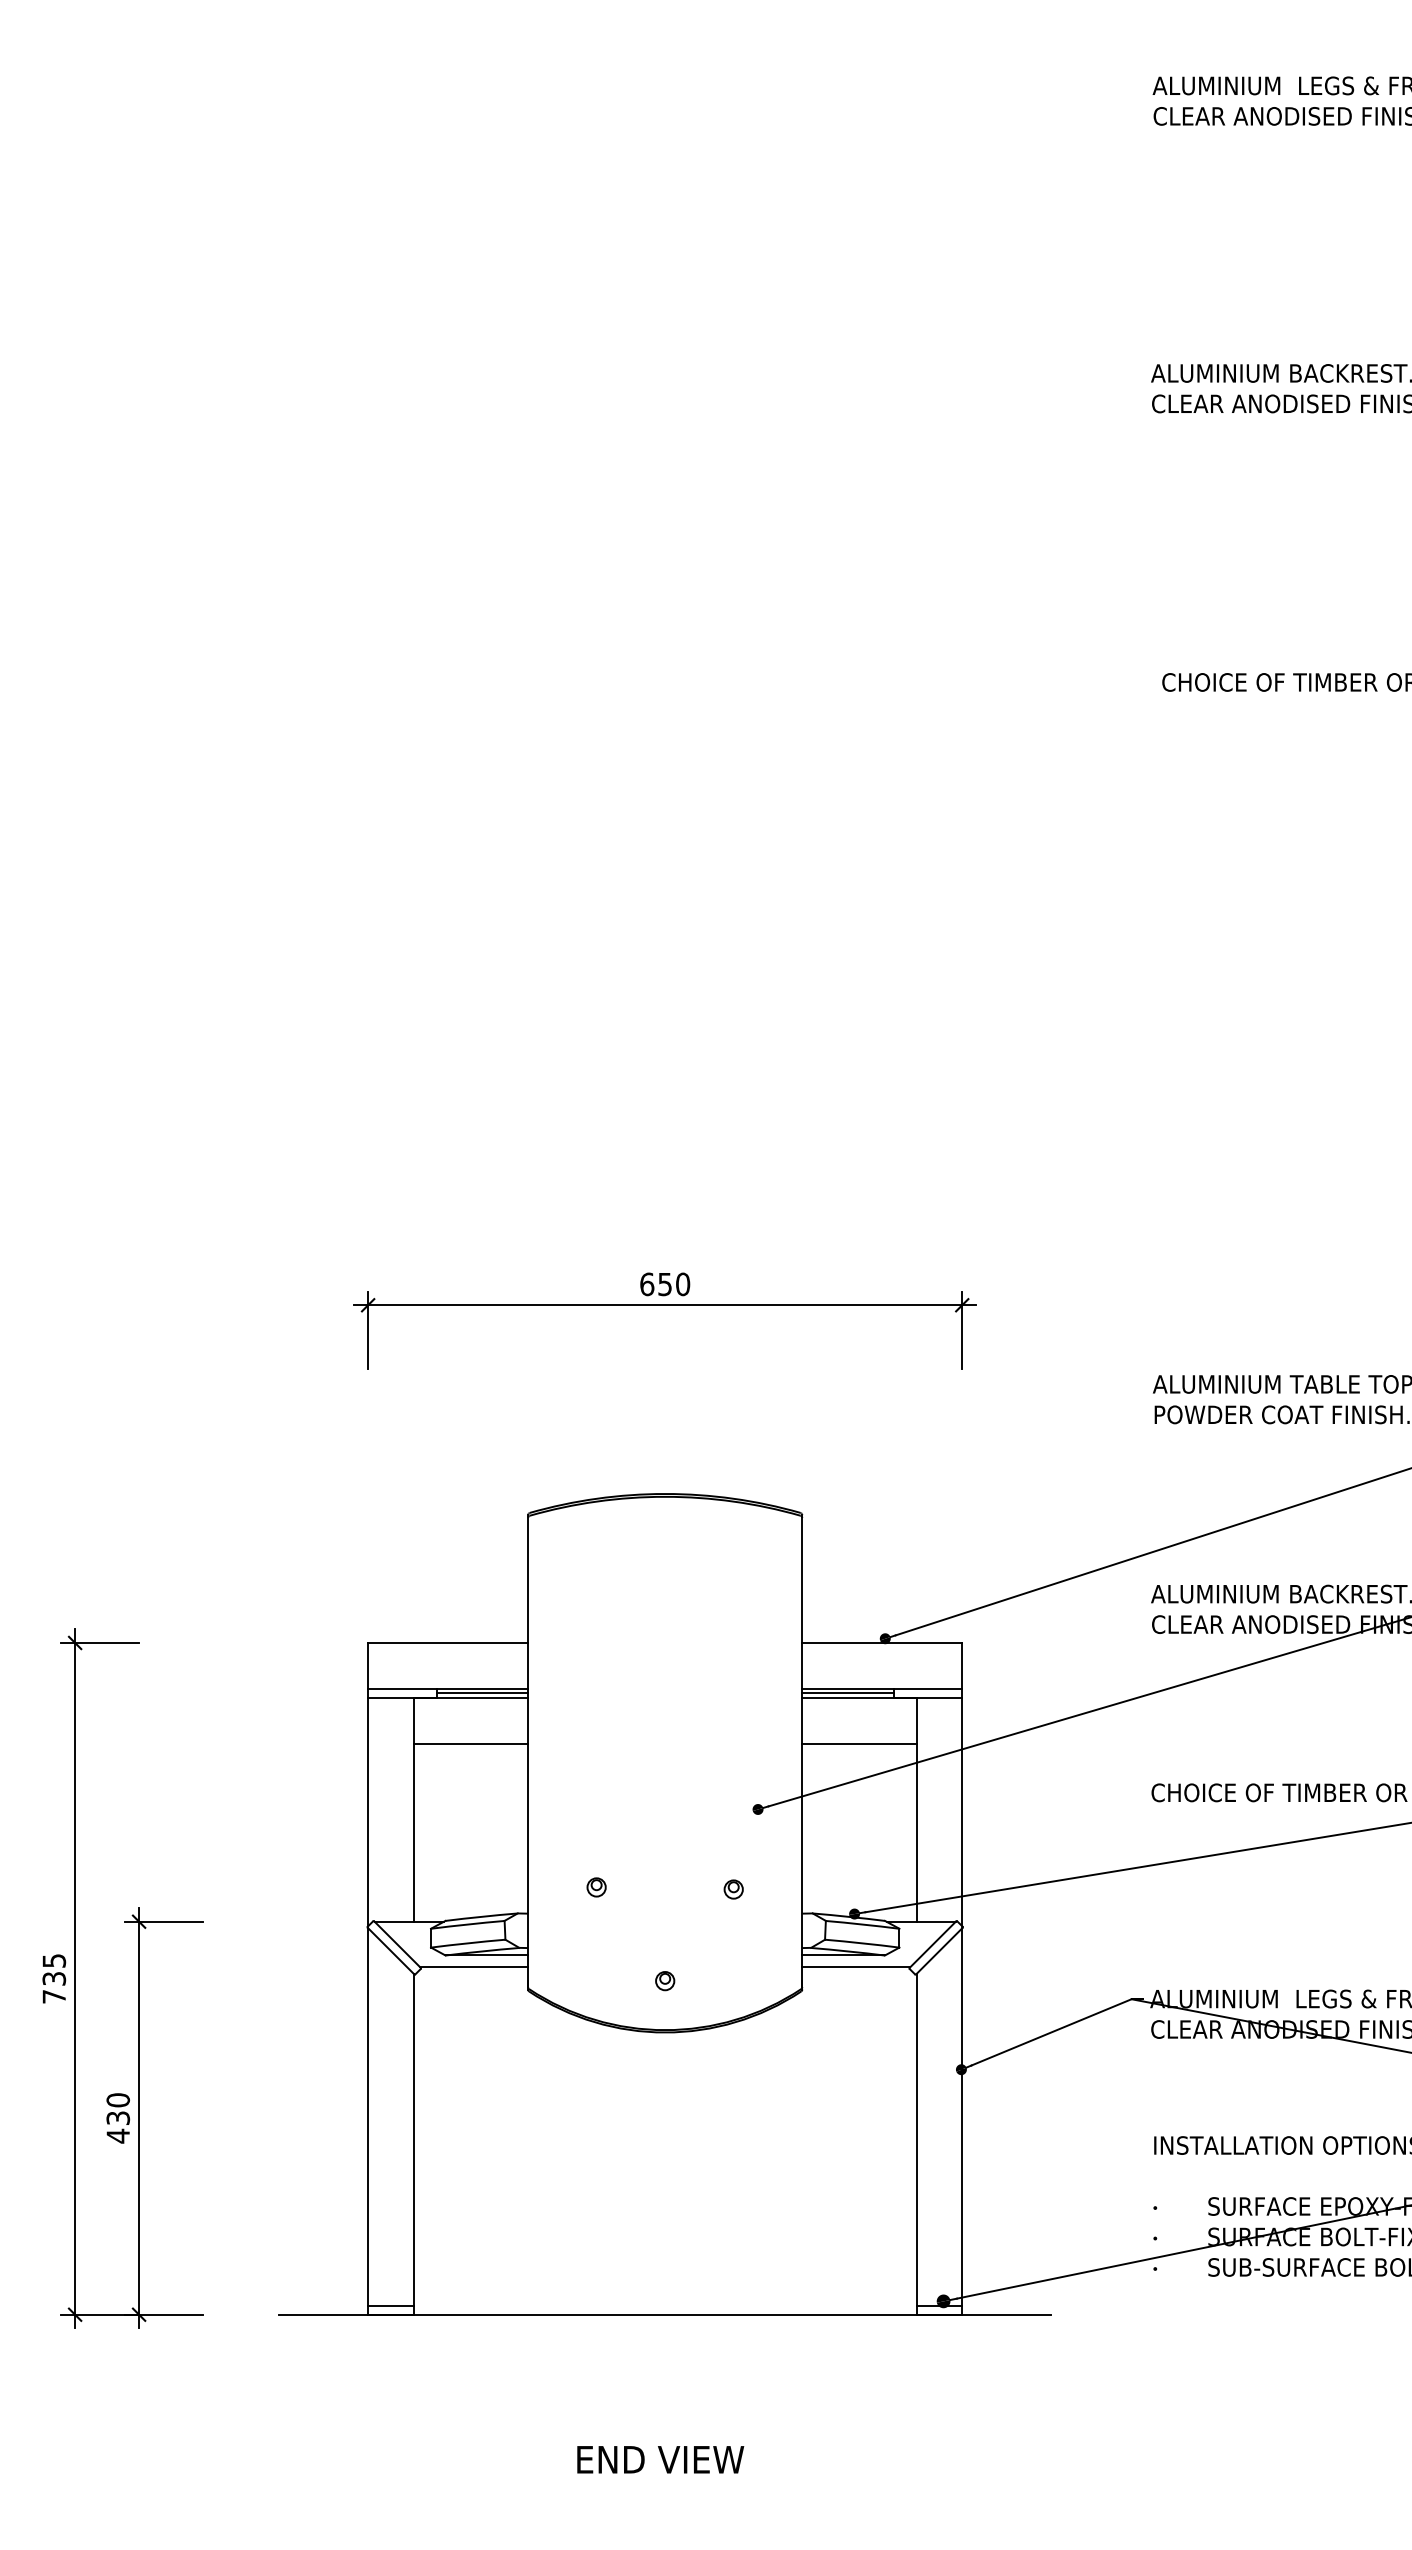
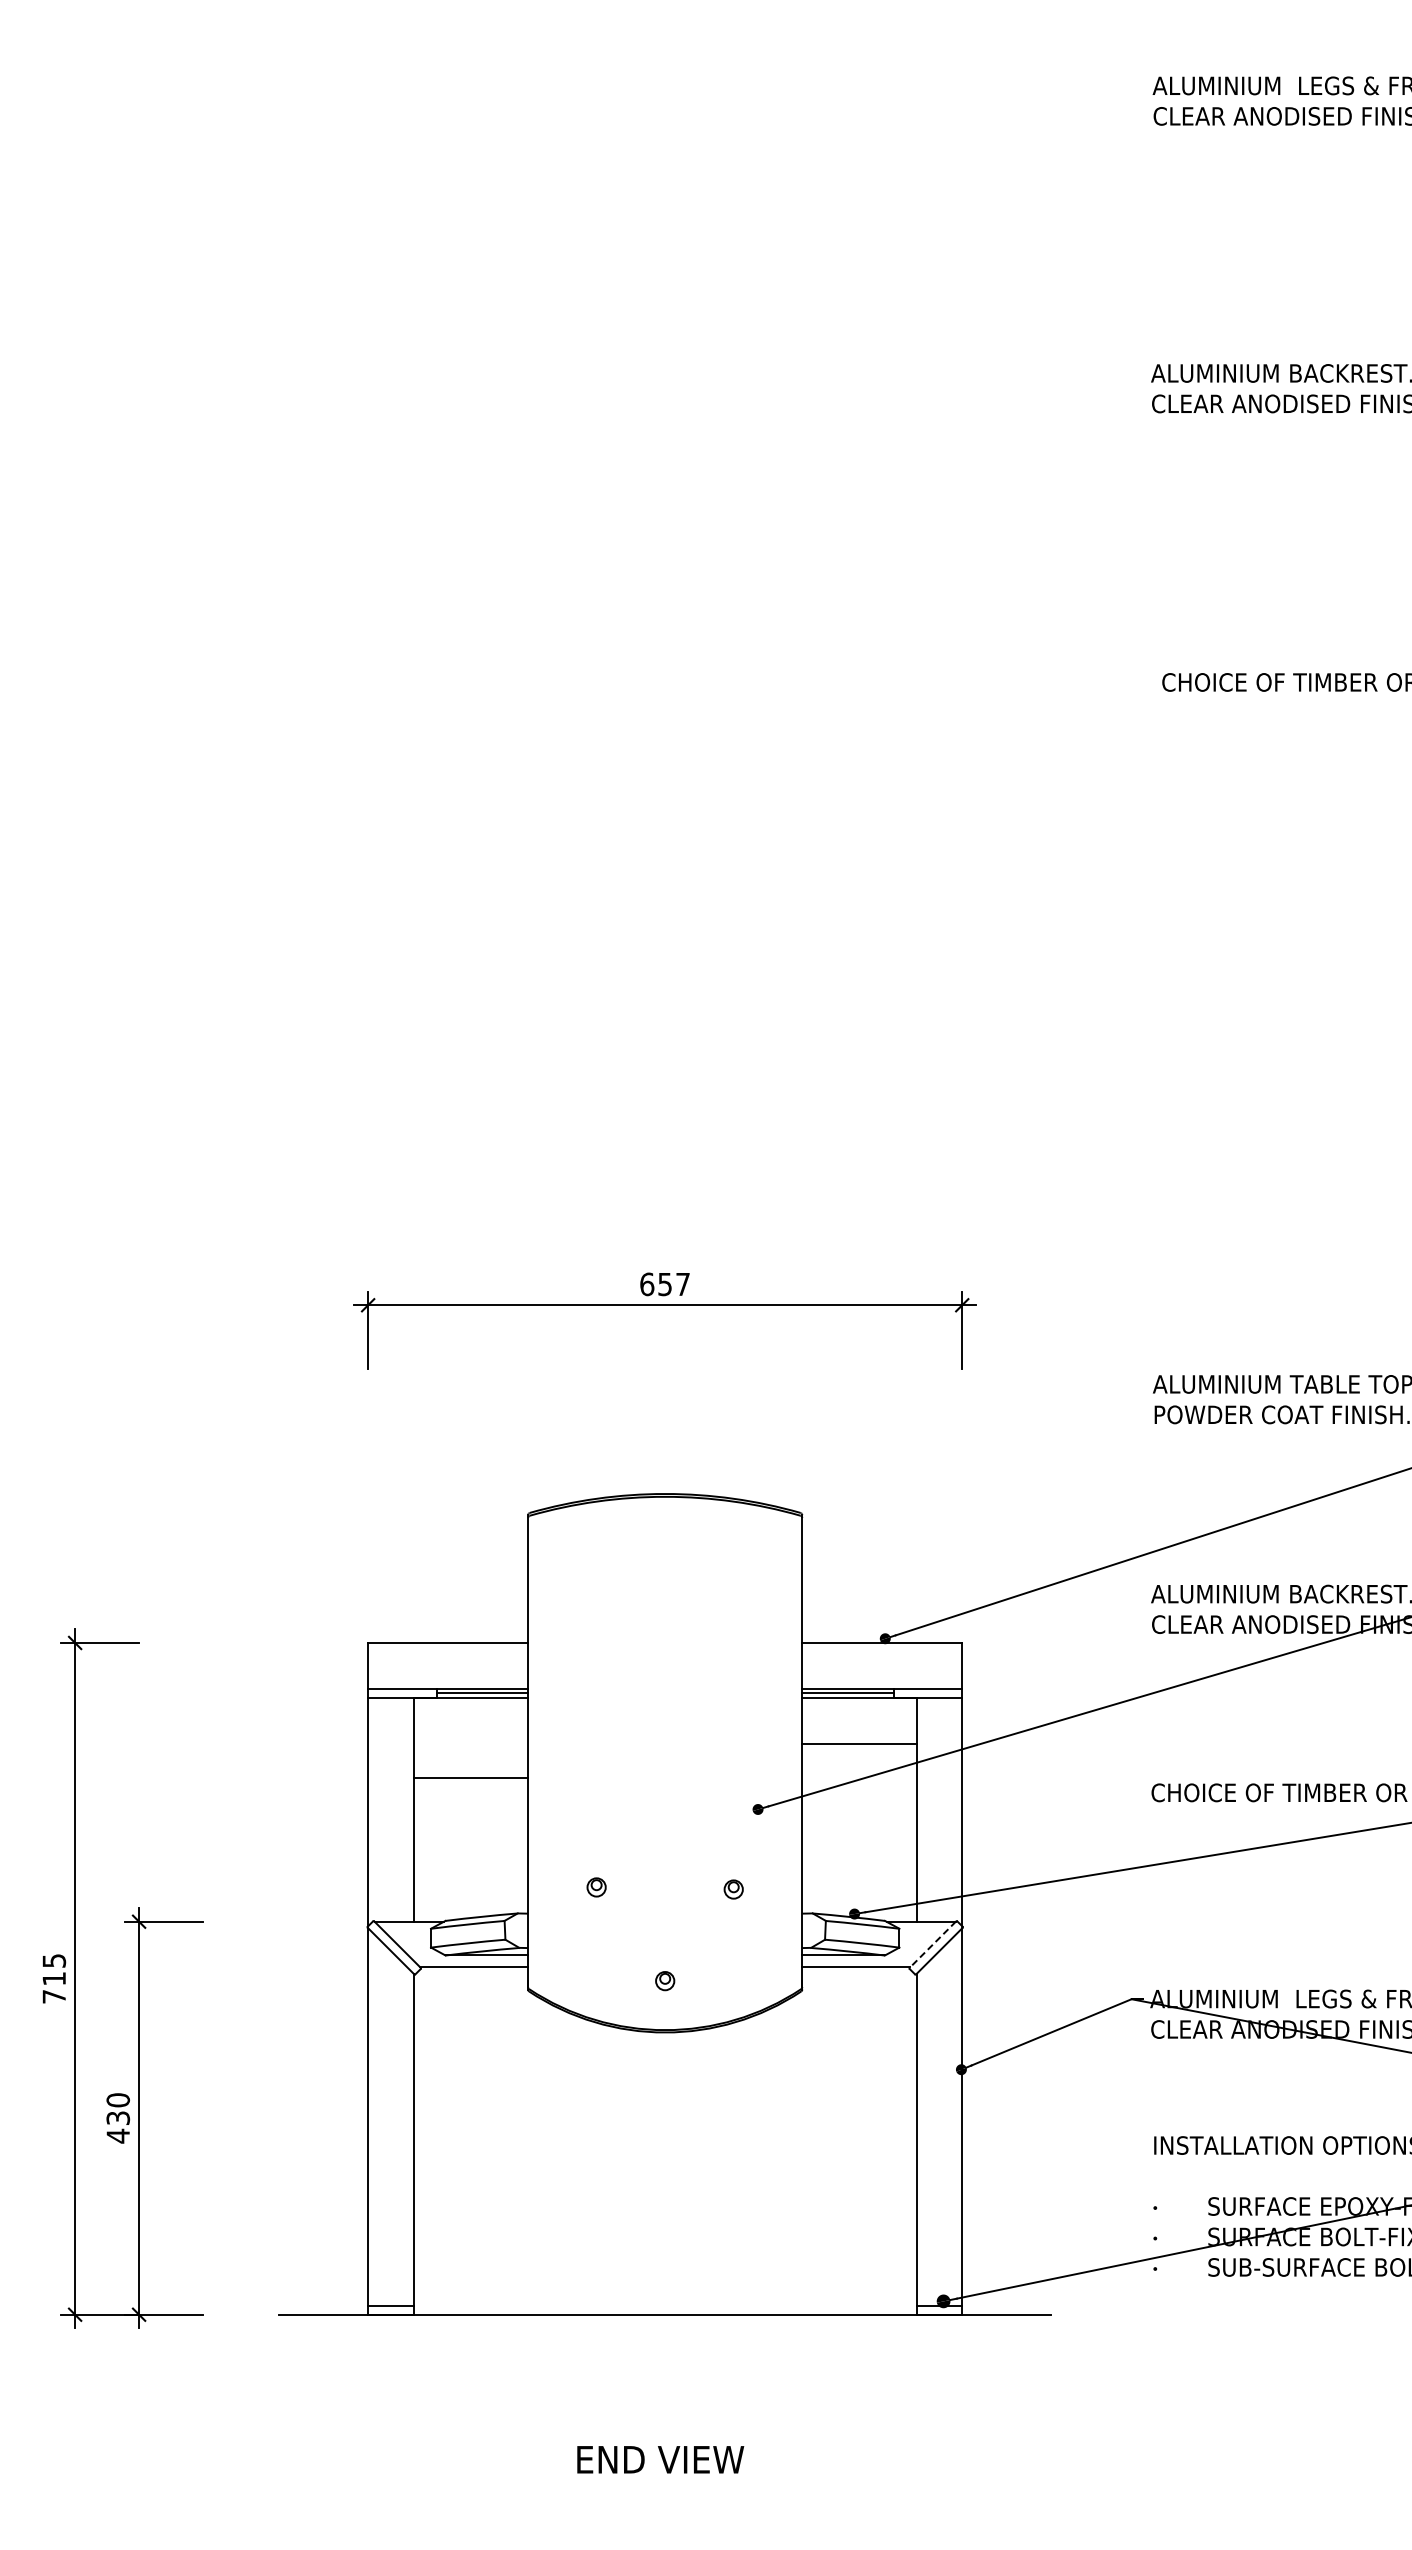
text at (683, 1284): 650 -> 657
line at (470, 1743) position: (470, 1743) -> (470, 1777)
line at (932, 1944): solid -> dashed
text at (54, 1978): 735 -> 715
